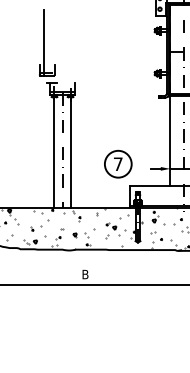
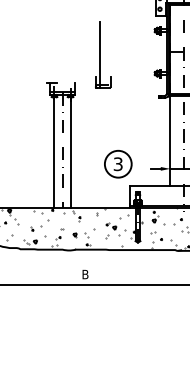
part at (47, 42) position: (47, 42) -> (103, 54)
text at (117, 164): 7 -> 3
